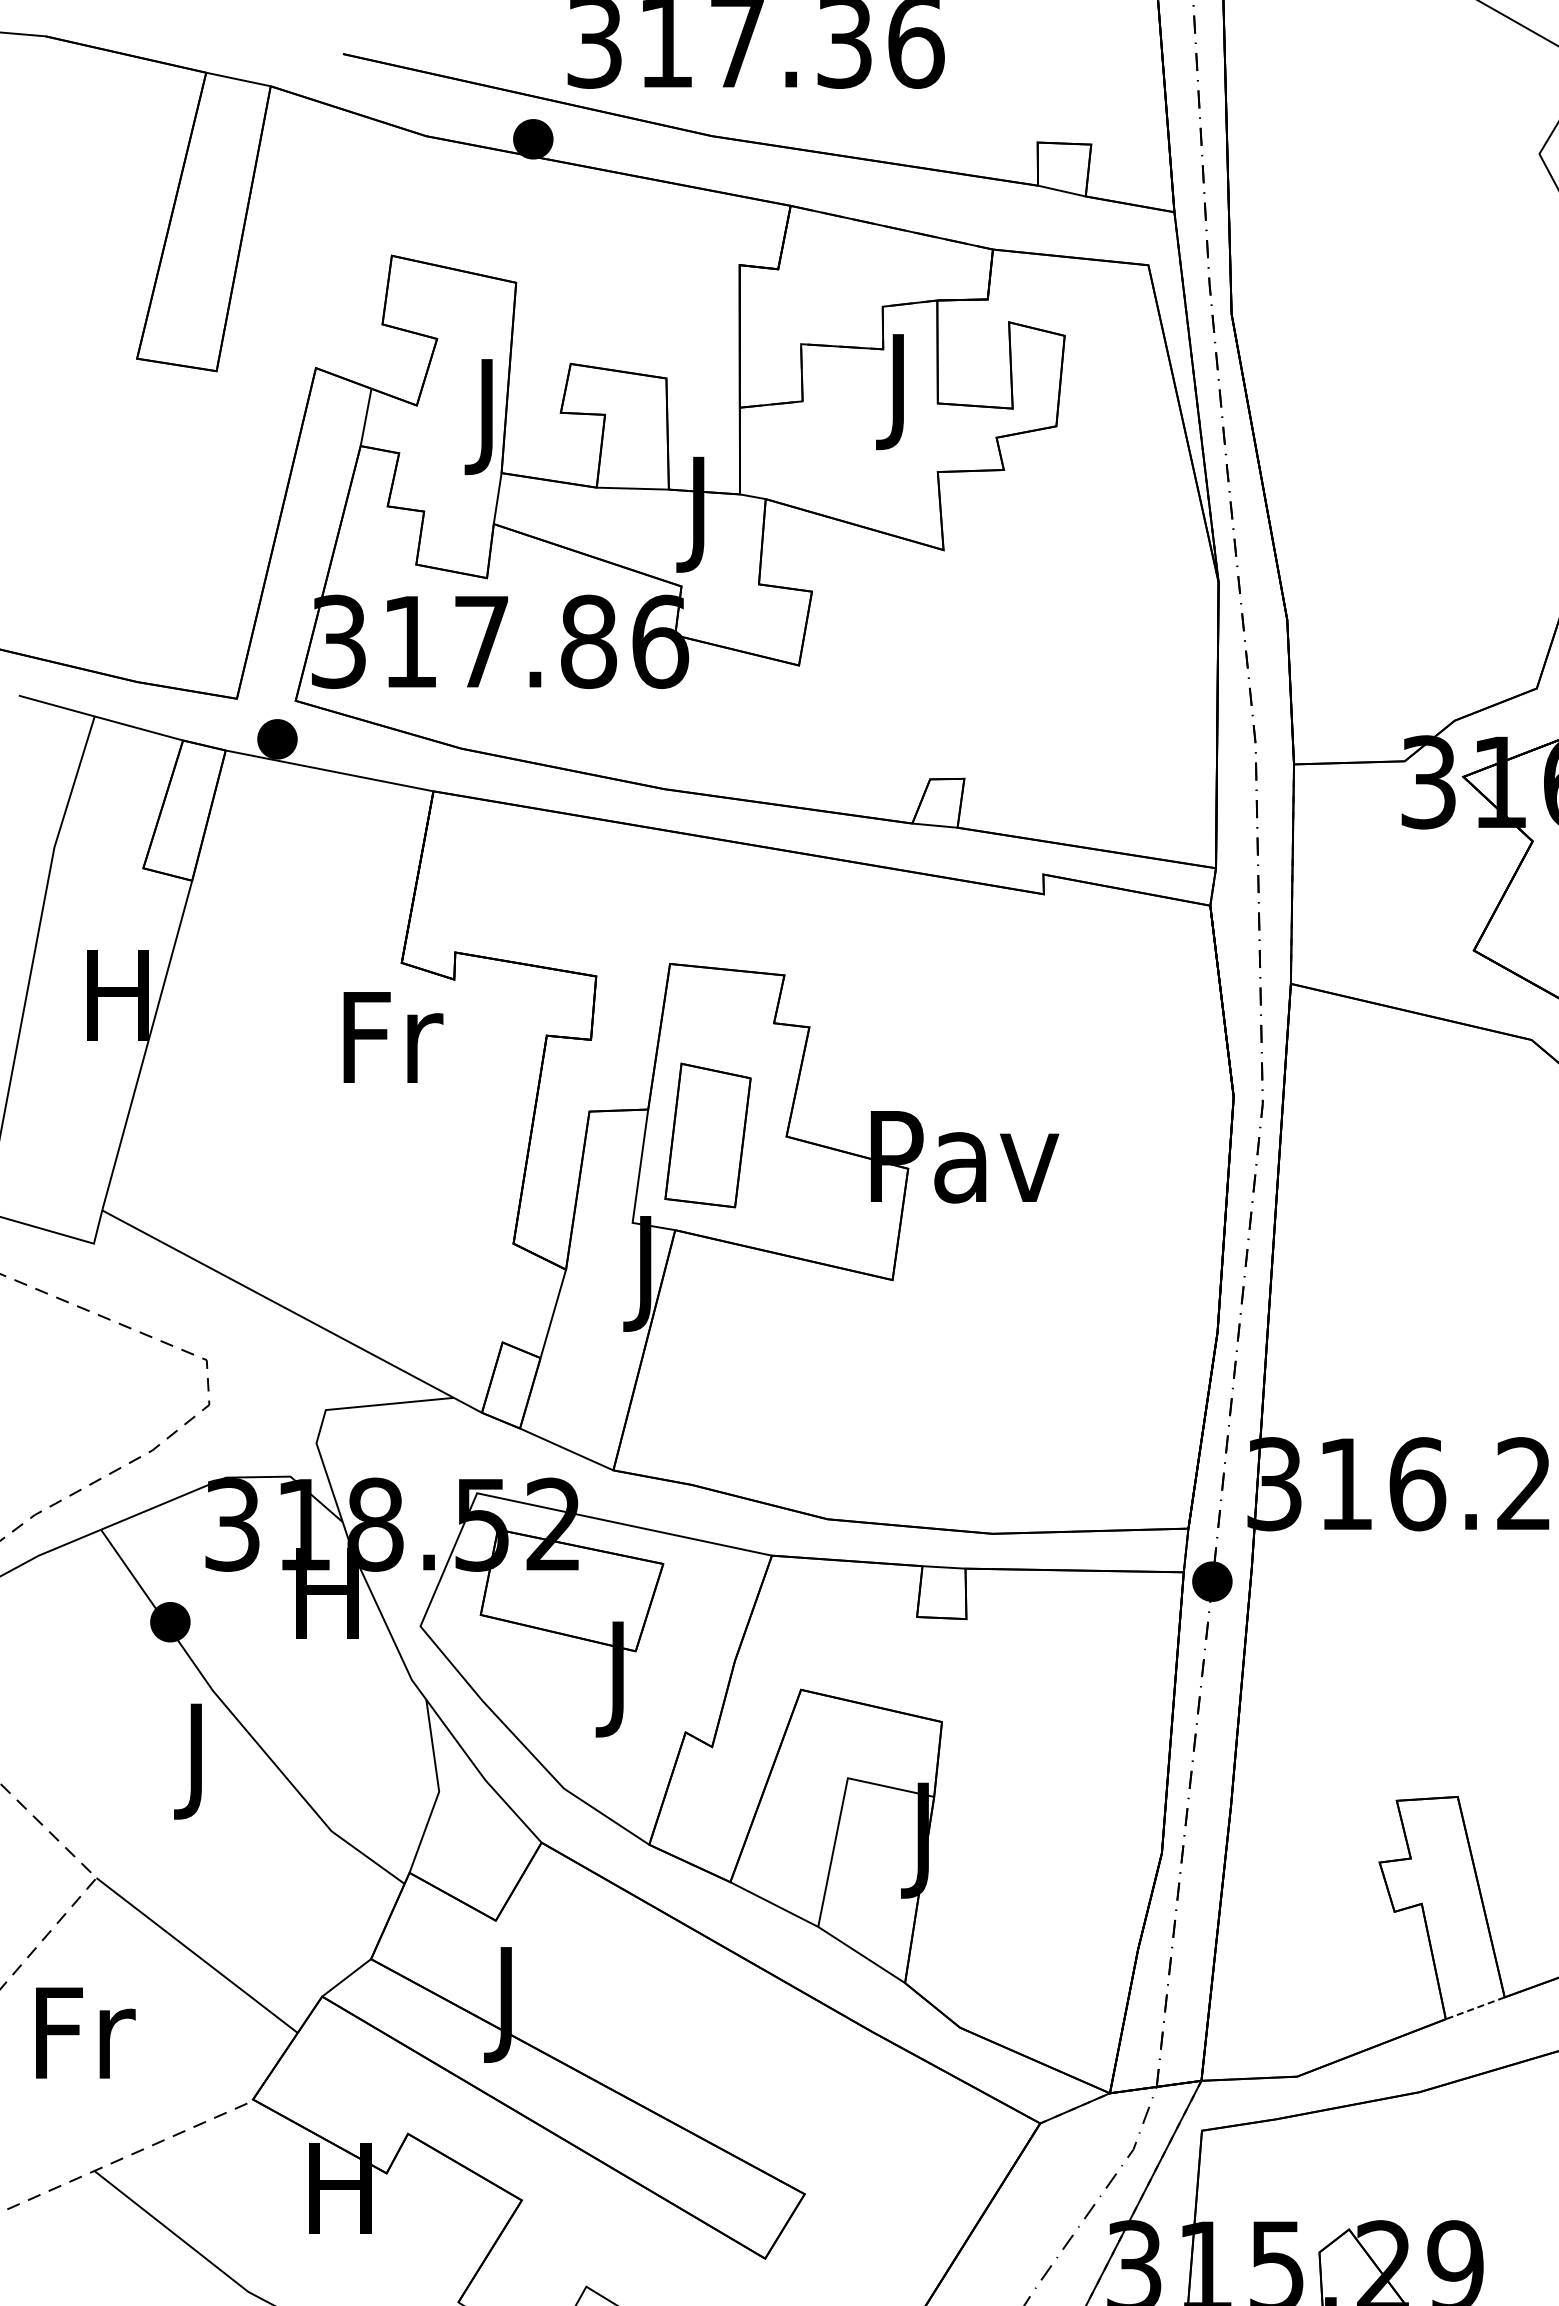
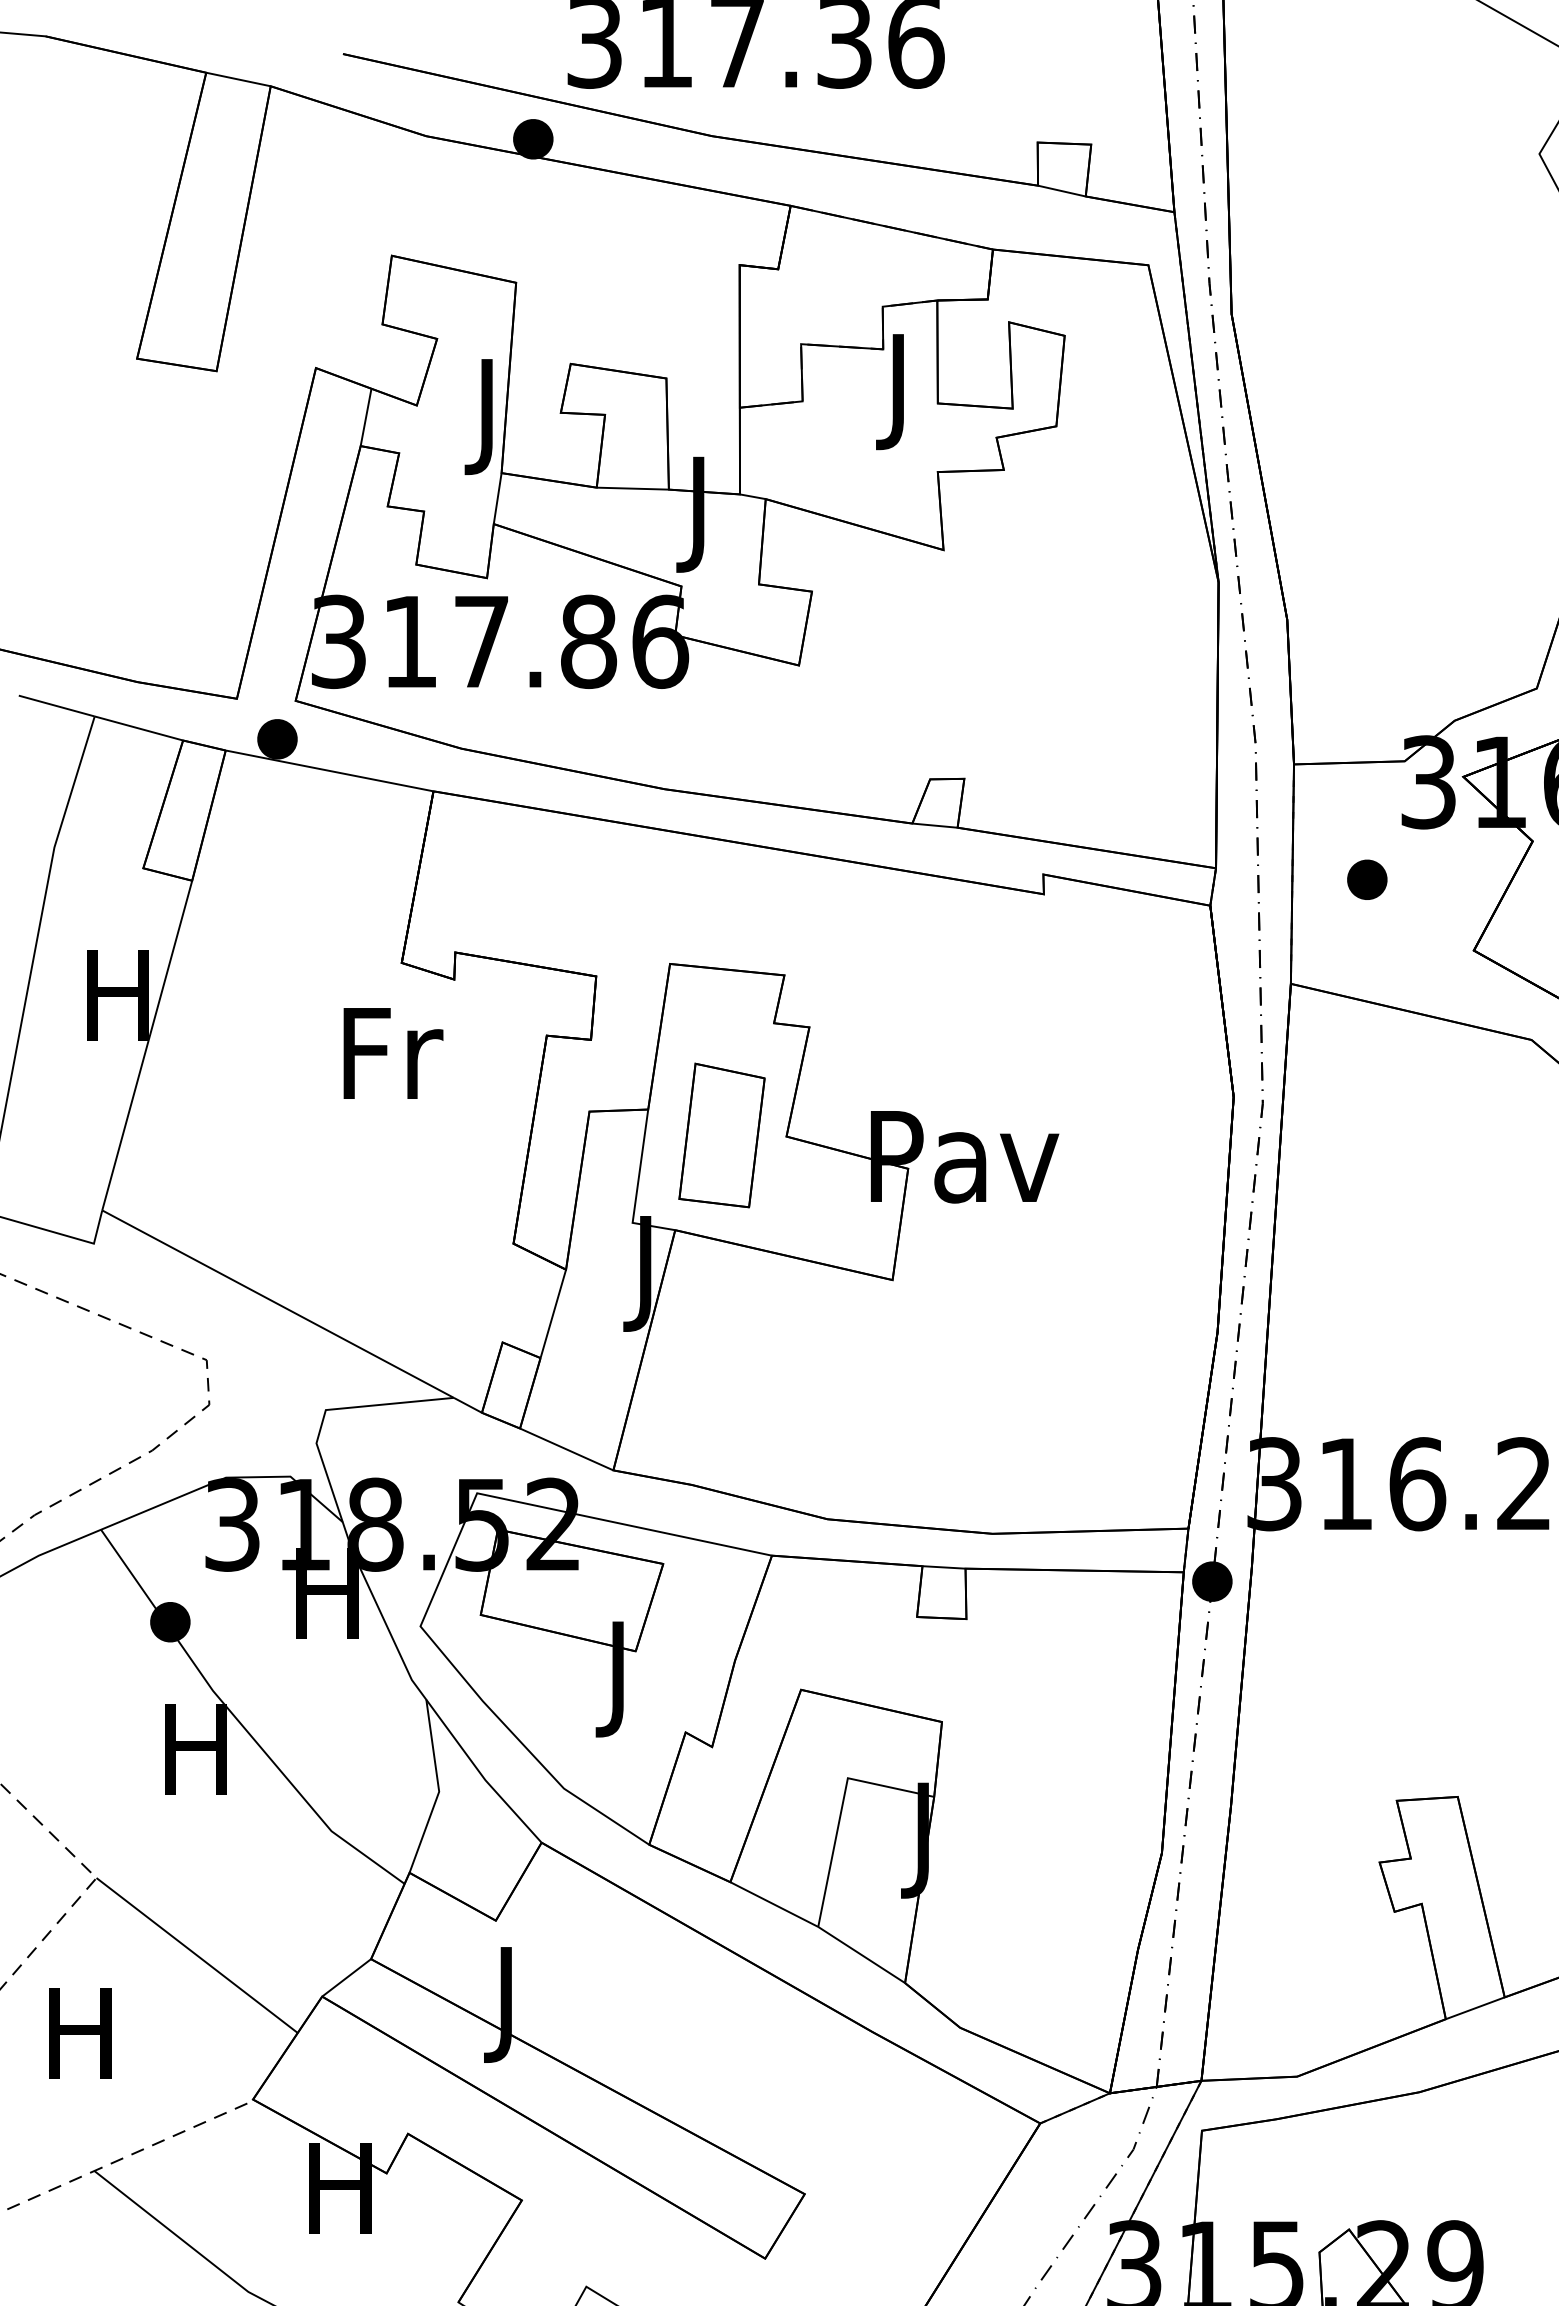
part at (1367, 879): none -> present
text at (393, 1037) position: (393, 1037) -> (393, 1053)
part at (707, 1135) position: (707, 1135) -> (721, 1135)
text at (195, 1761): J -> H
line at (1474, 2008): dashed -> solid
text at (85, 2032): Fr -> H
